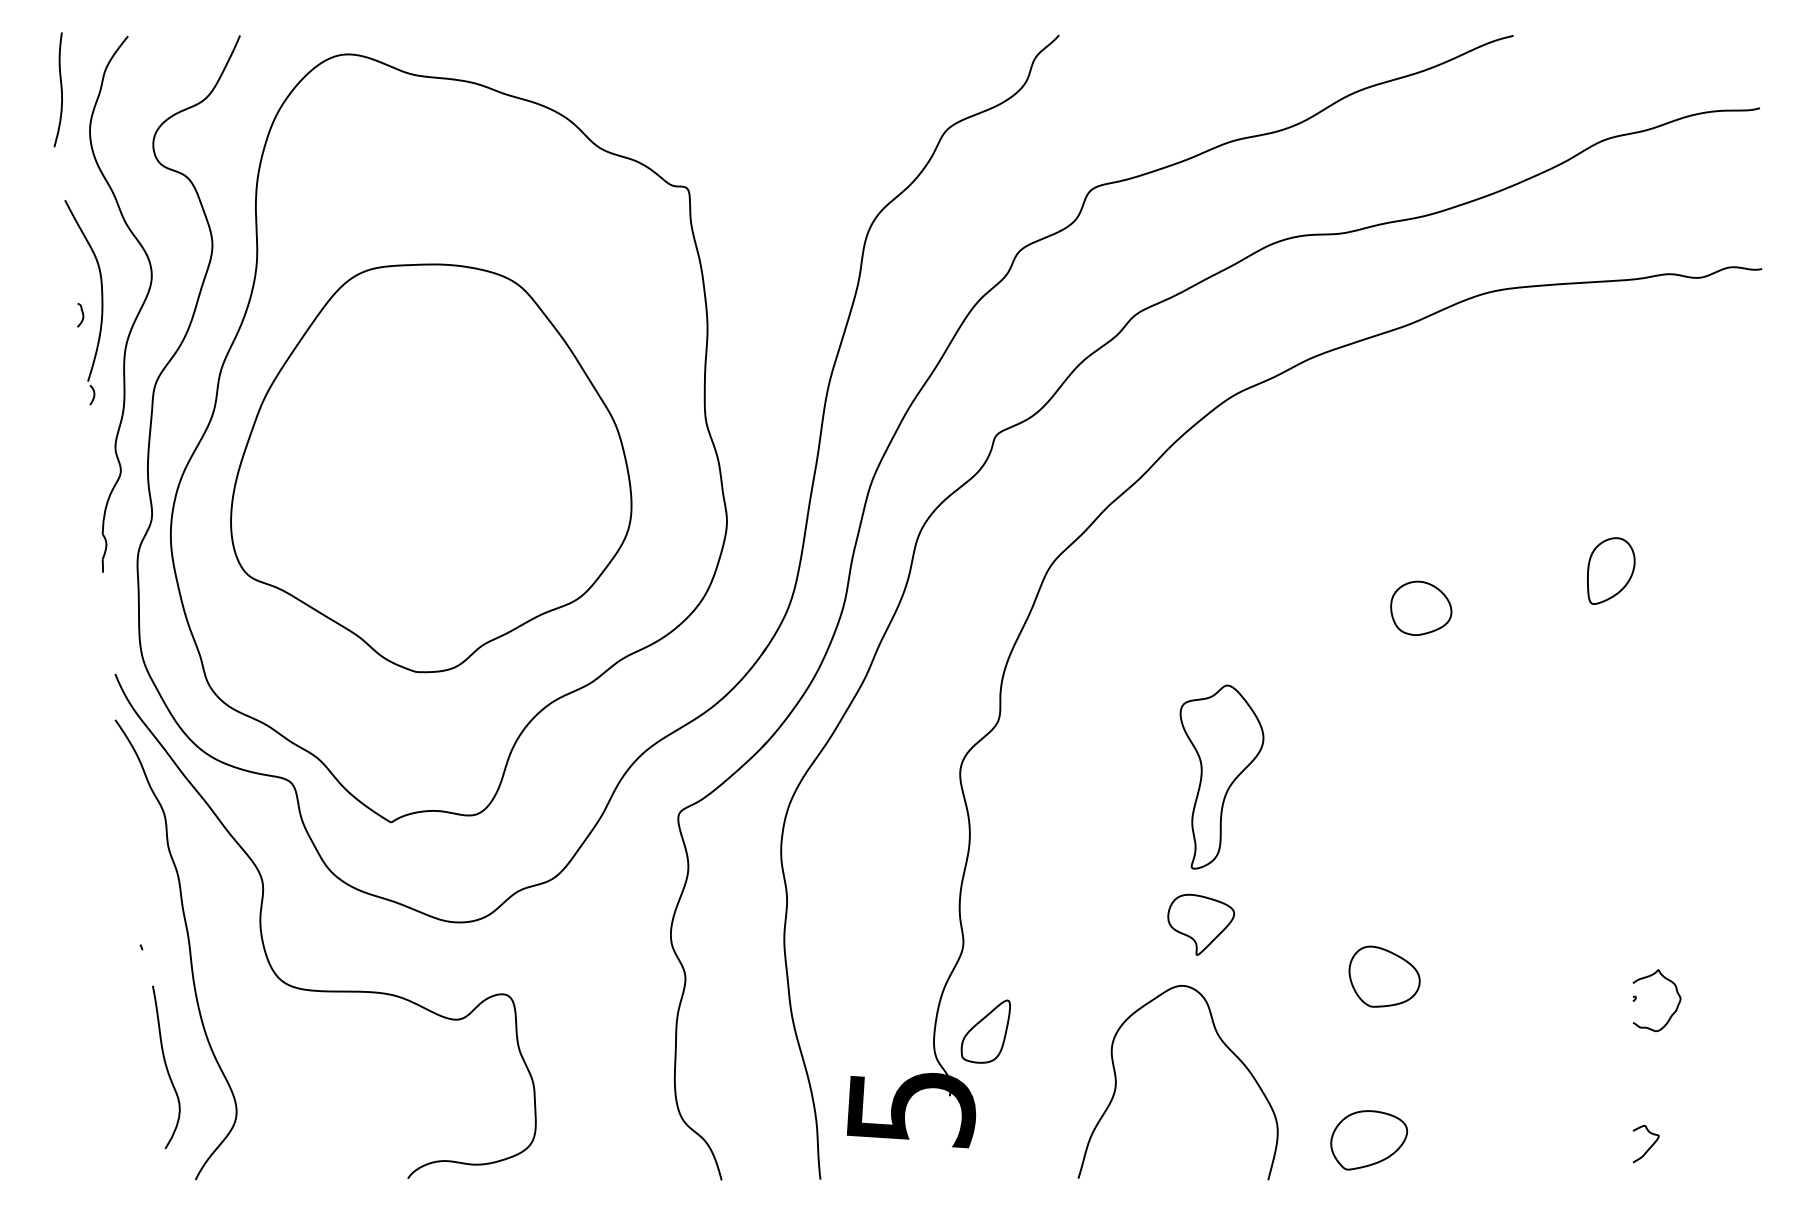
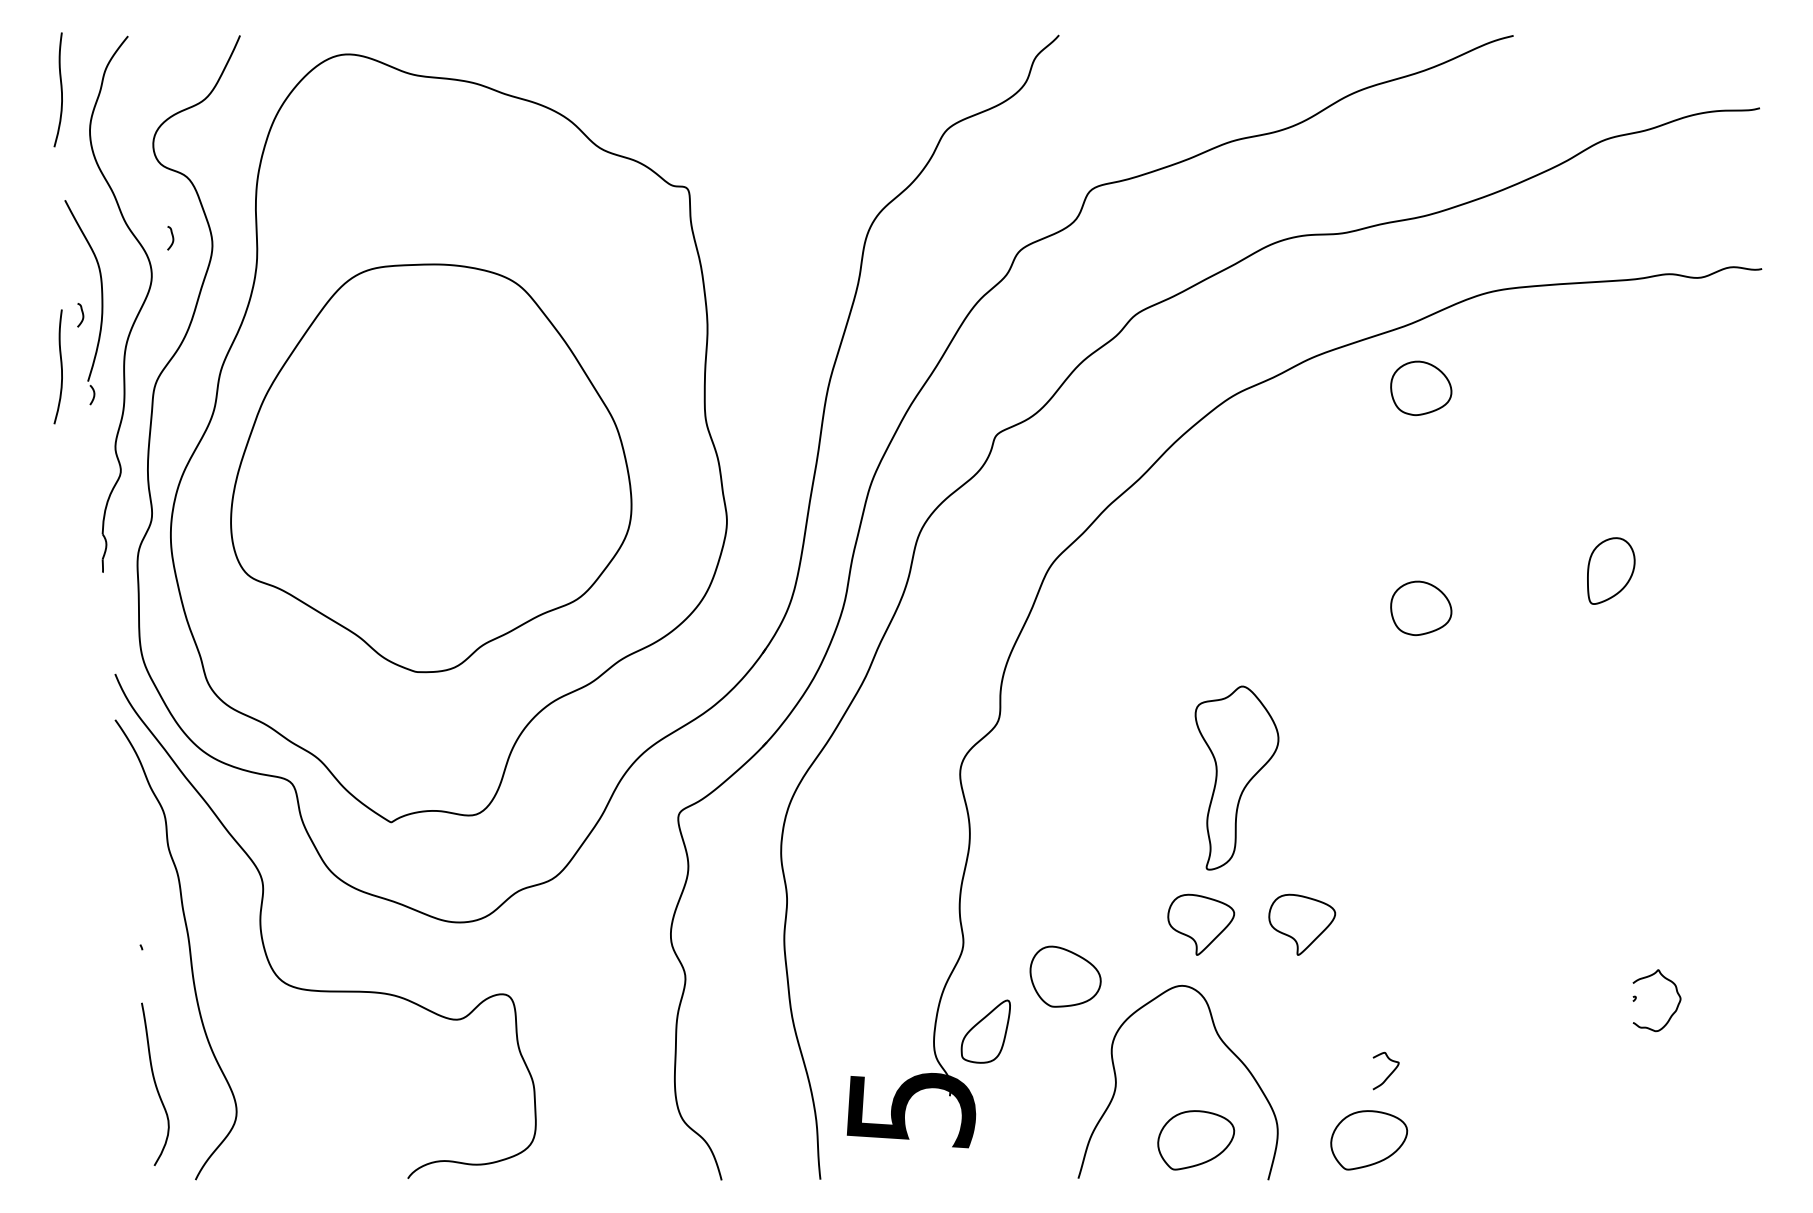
curve at (172, 238): none -> present
curve at (60, 366): none -> present
part at (1421, 388): none -> present
part at (1221, 776) position: (1221, 776) -> (1236, 777)
part at (1302, 924): none -> present
part at (1384, 976) position: (1384, 976) -> (1065, 976)
curve at (166, 1066) position: (166, 1066) -> (155, 1083)
part at (1196, 1140): none -> present
curve at (1649, 1147) position: (1649, 1147) -> (1389, 1074)
